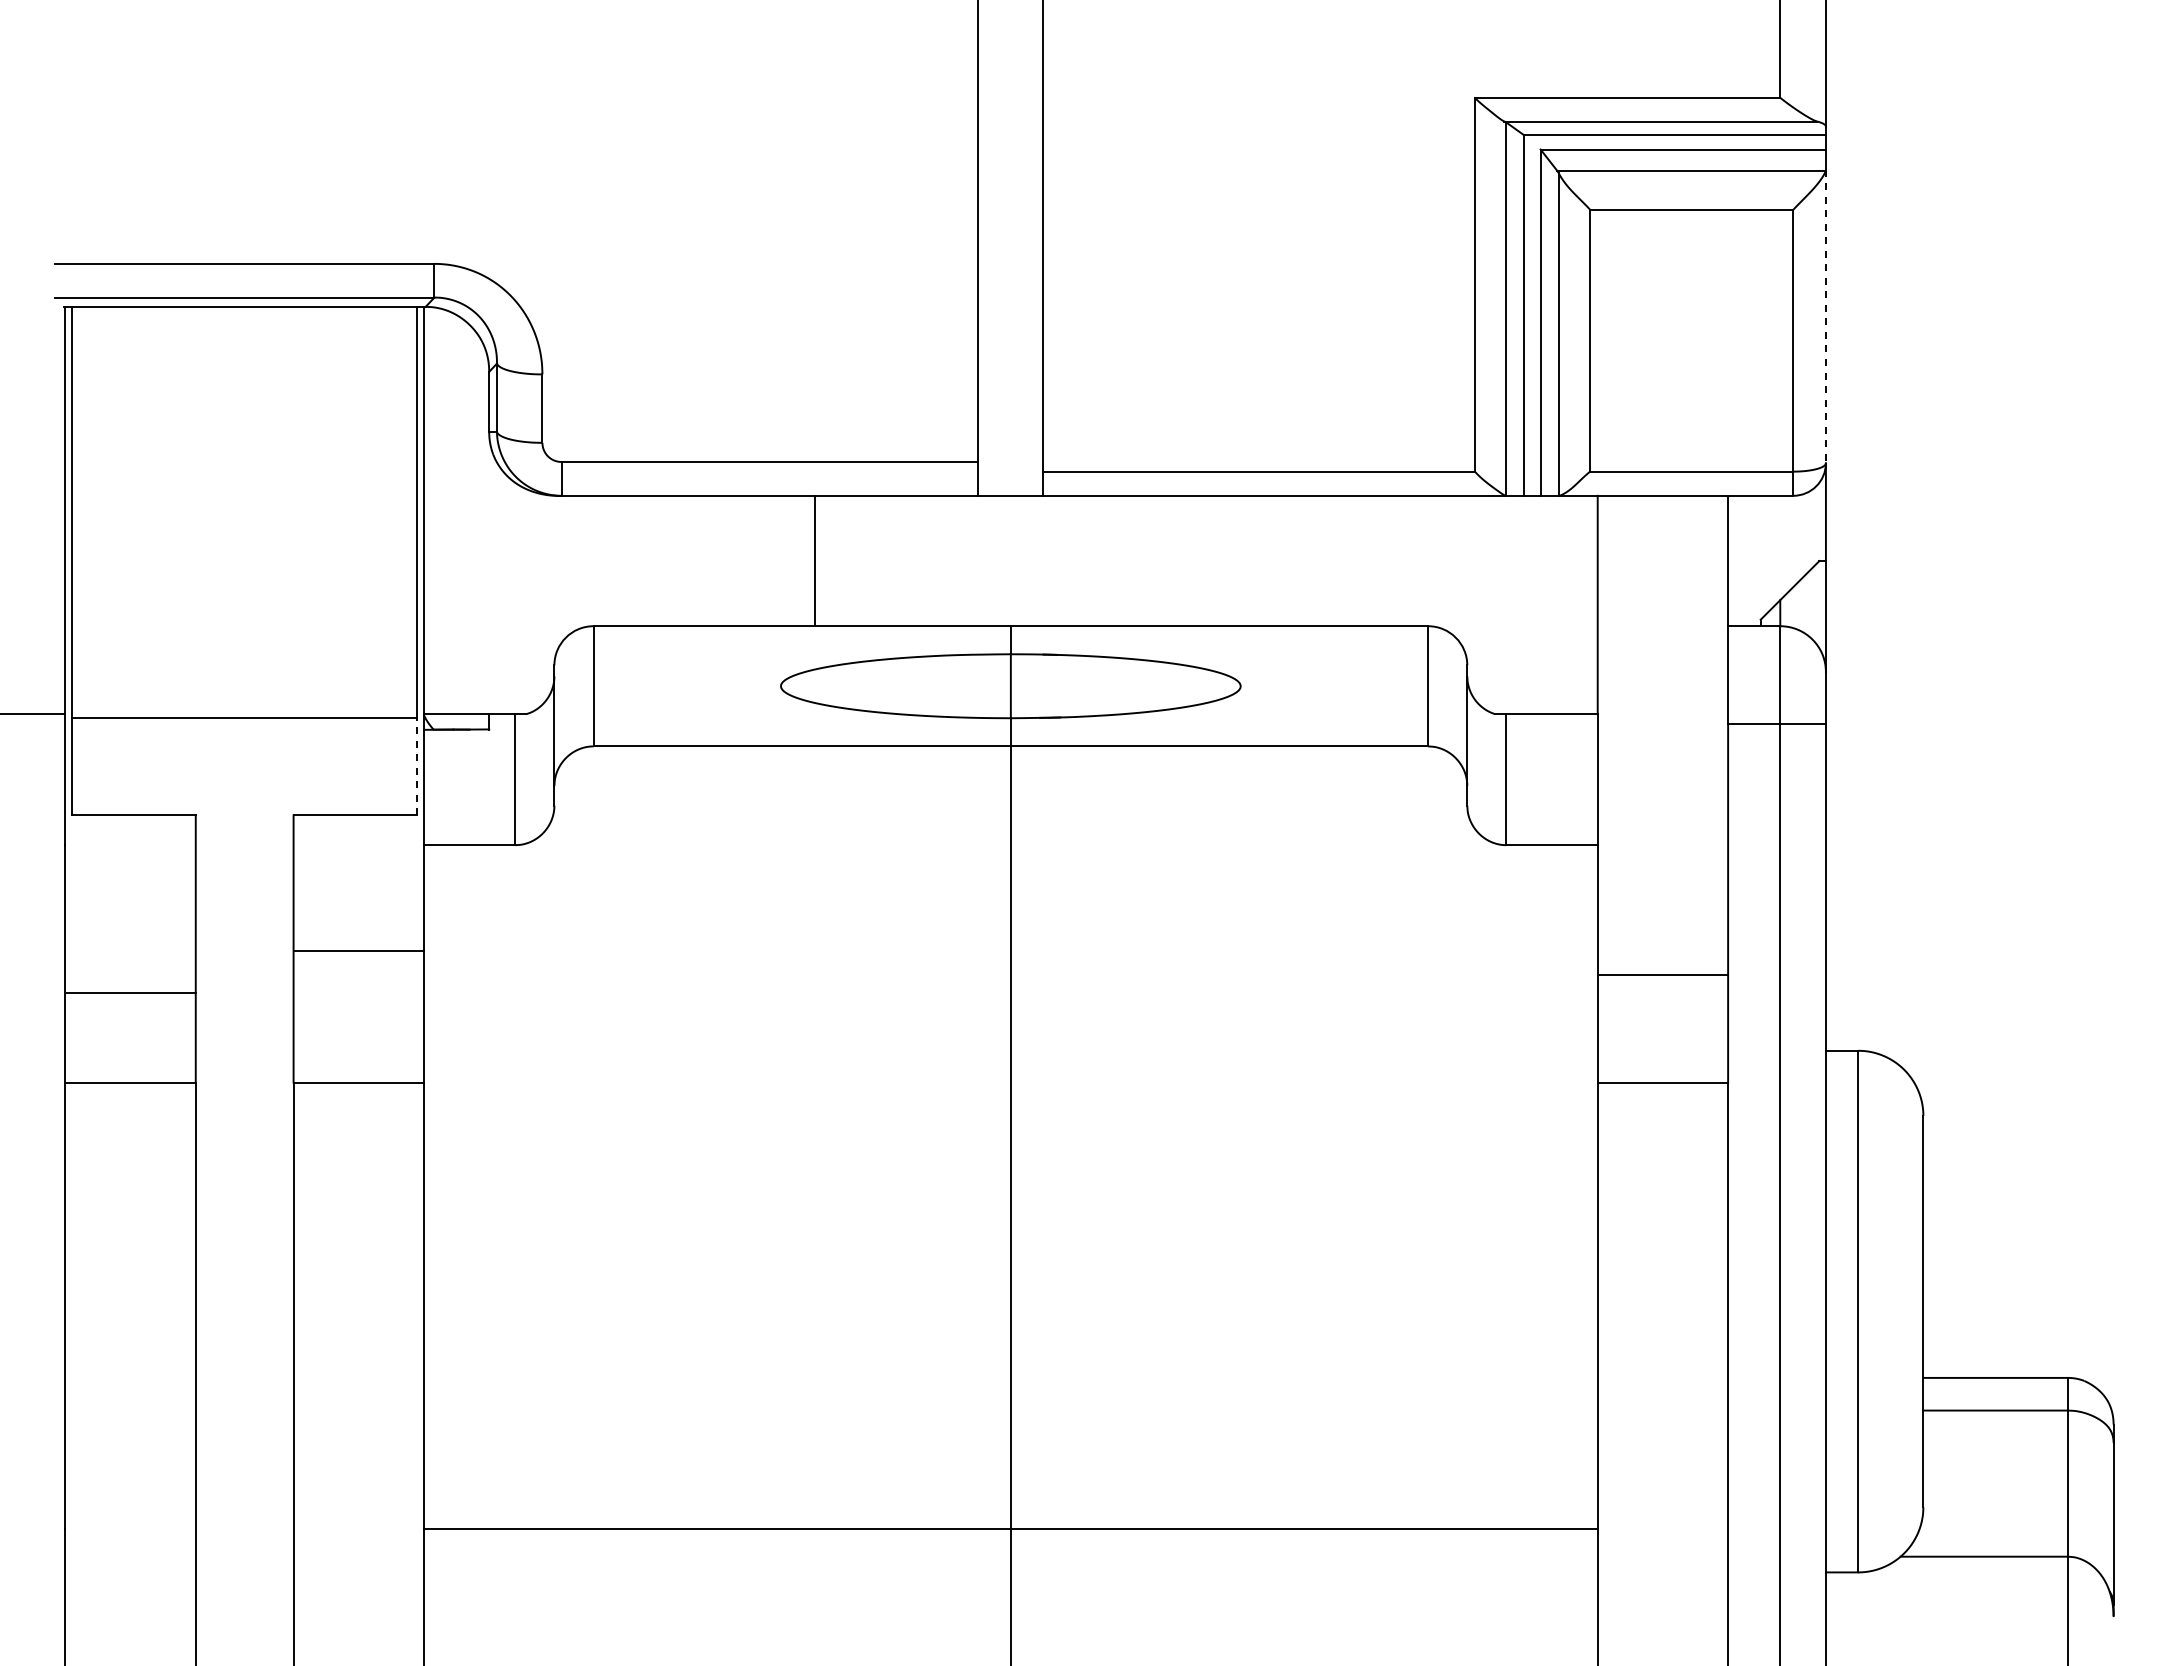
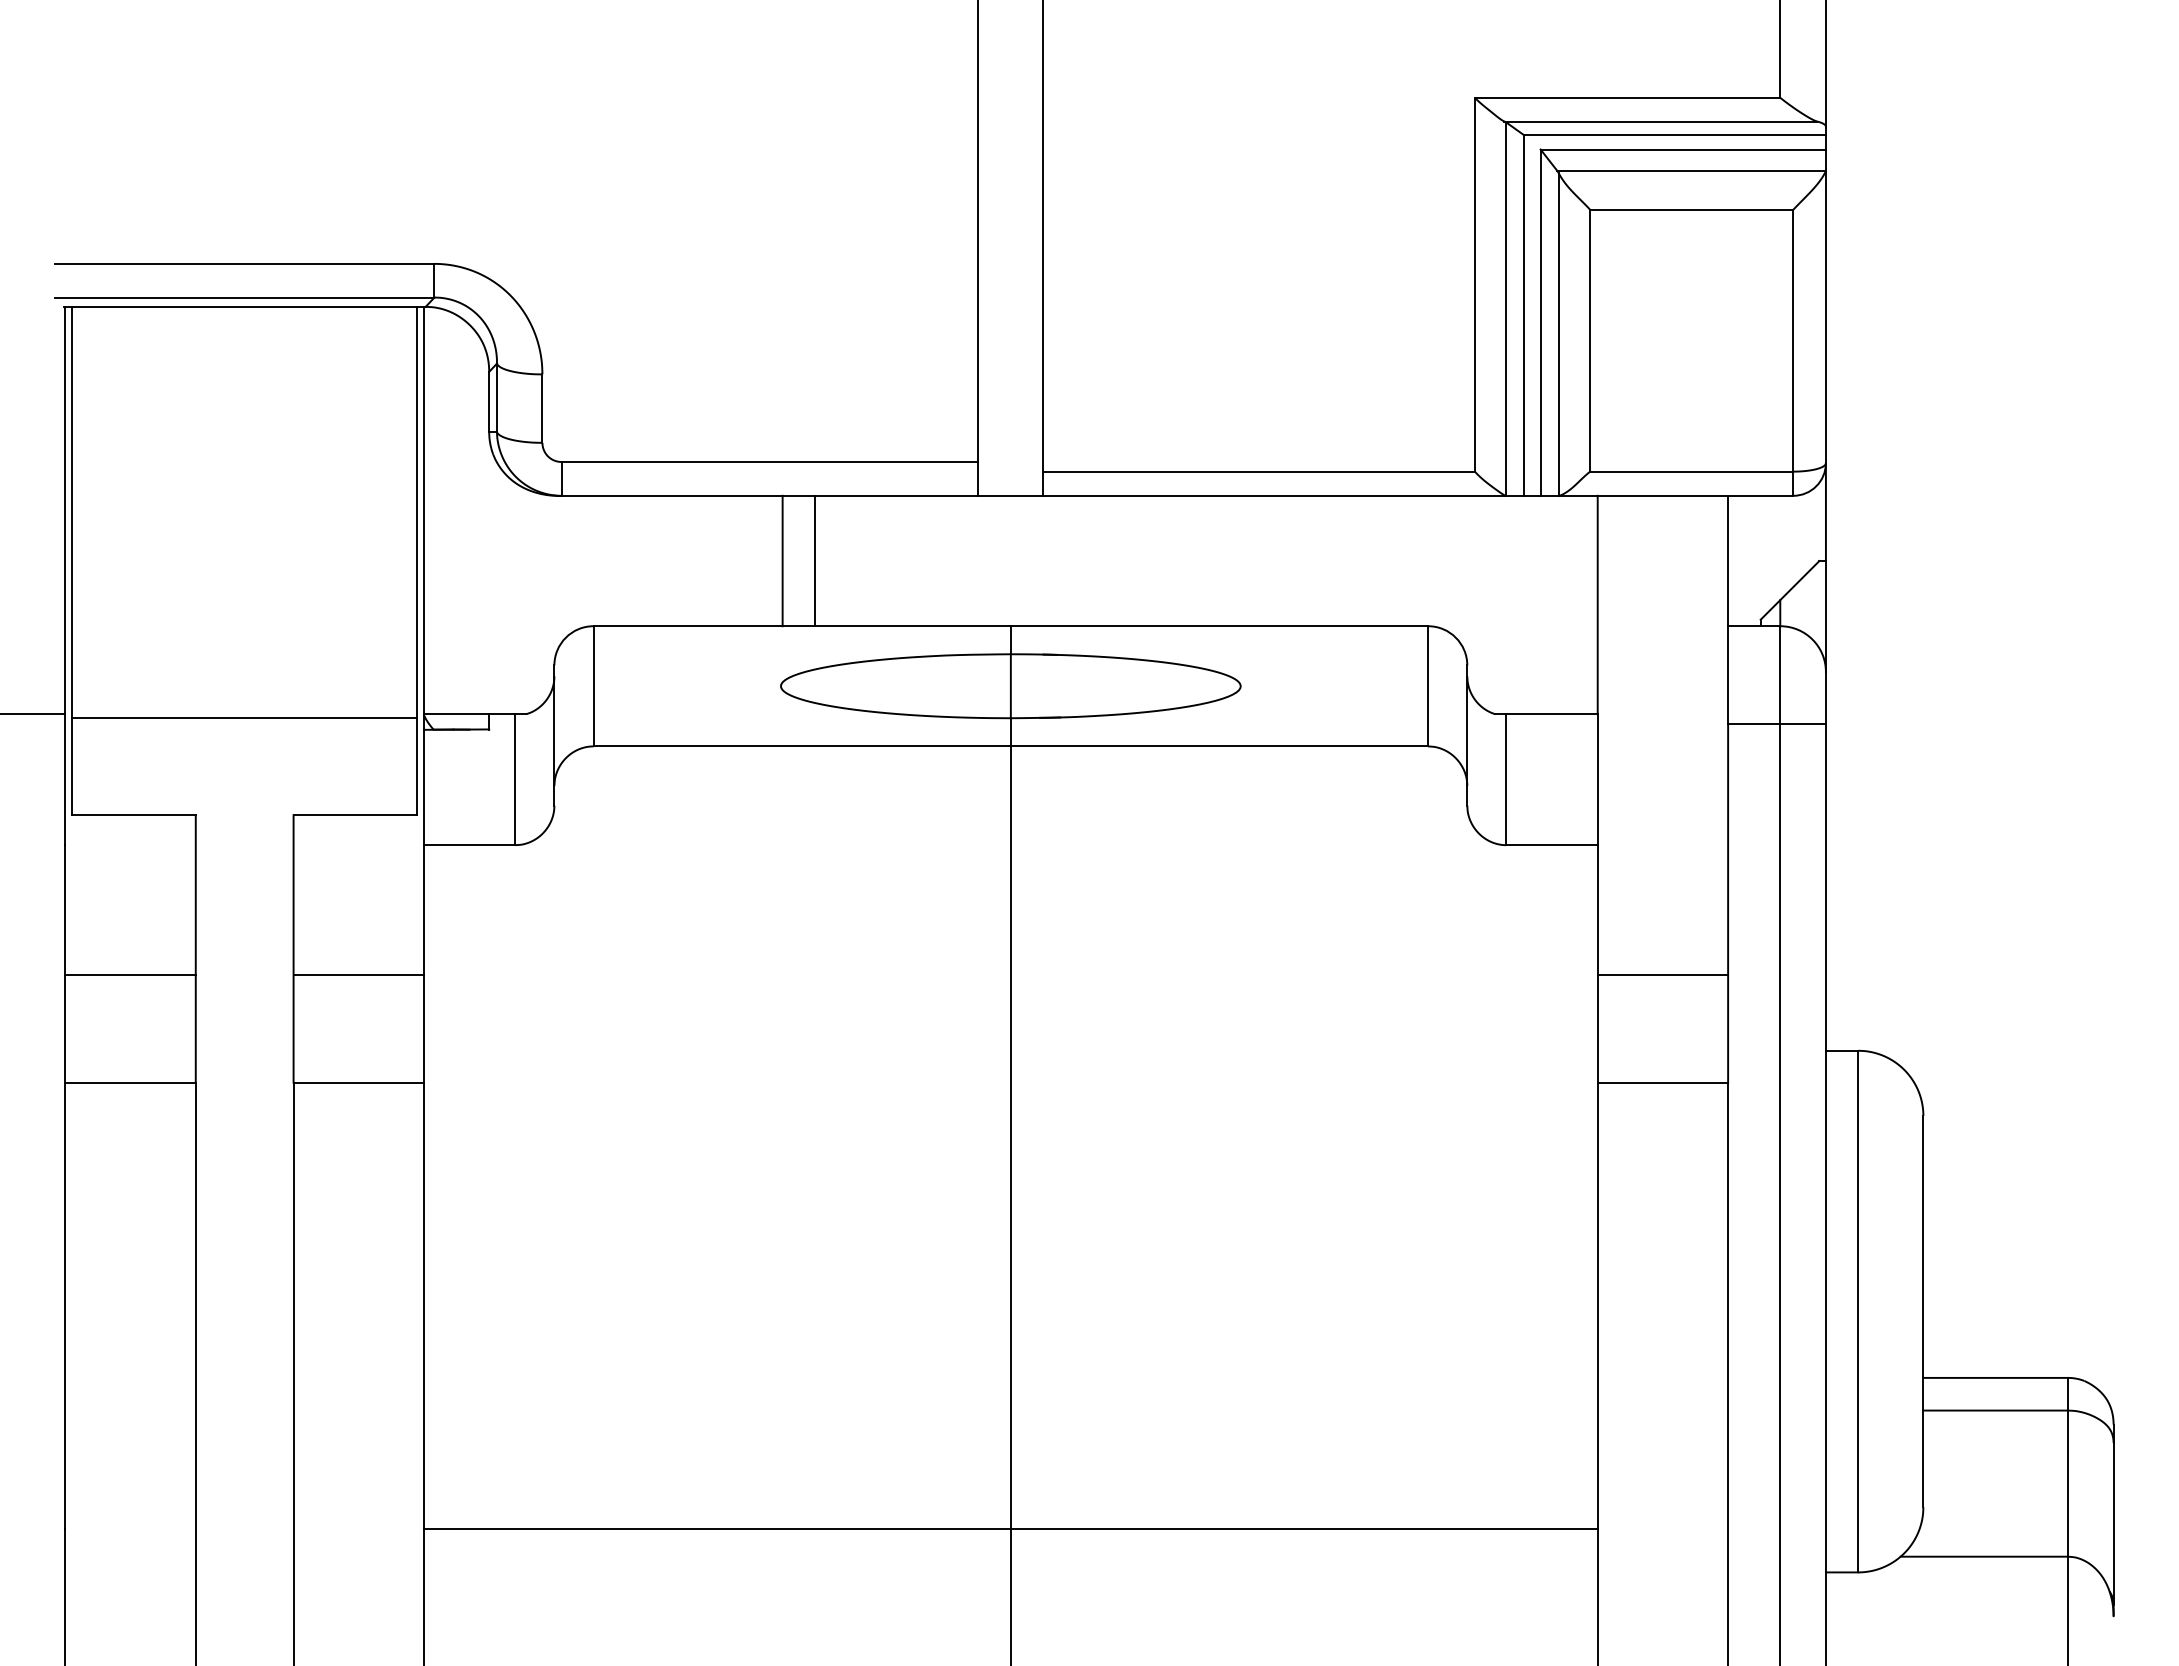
line at (1825, 316): dashed -> solid
line at (782, 560): none -> present
line at (417, 766): dashed -> solid
line at (358, 951) position: (358, 951) -> (358, 975)
line at (130, 993) position: (130, 993) -> (130, 975)
